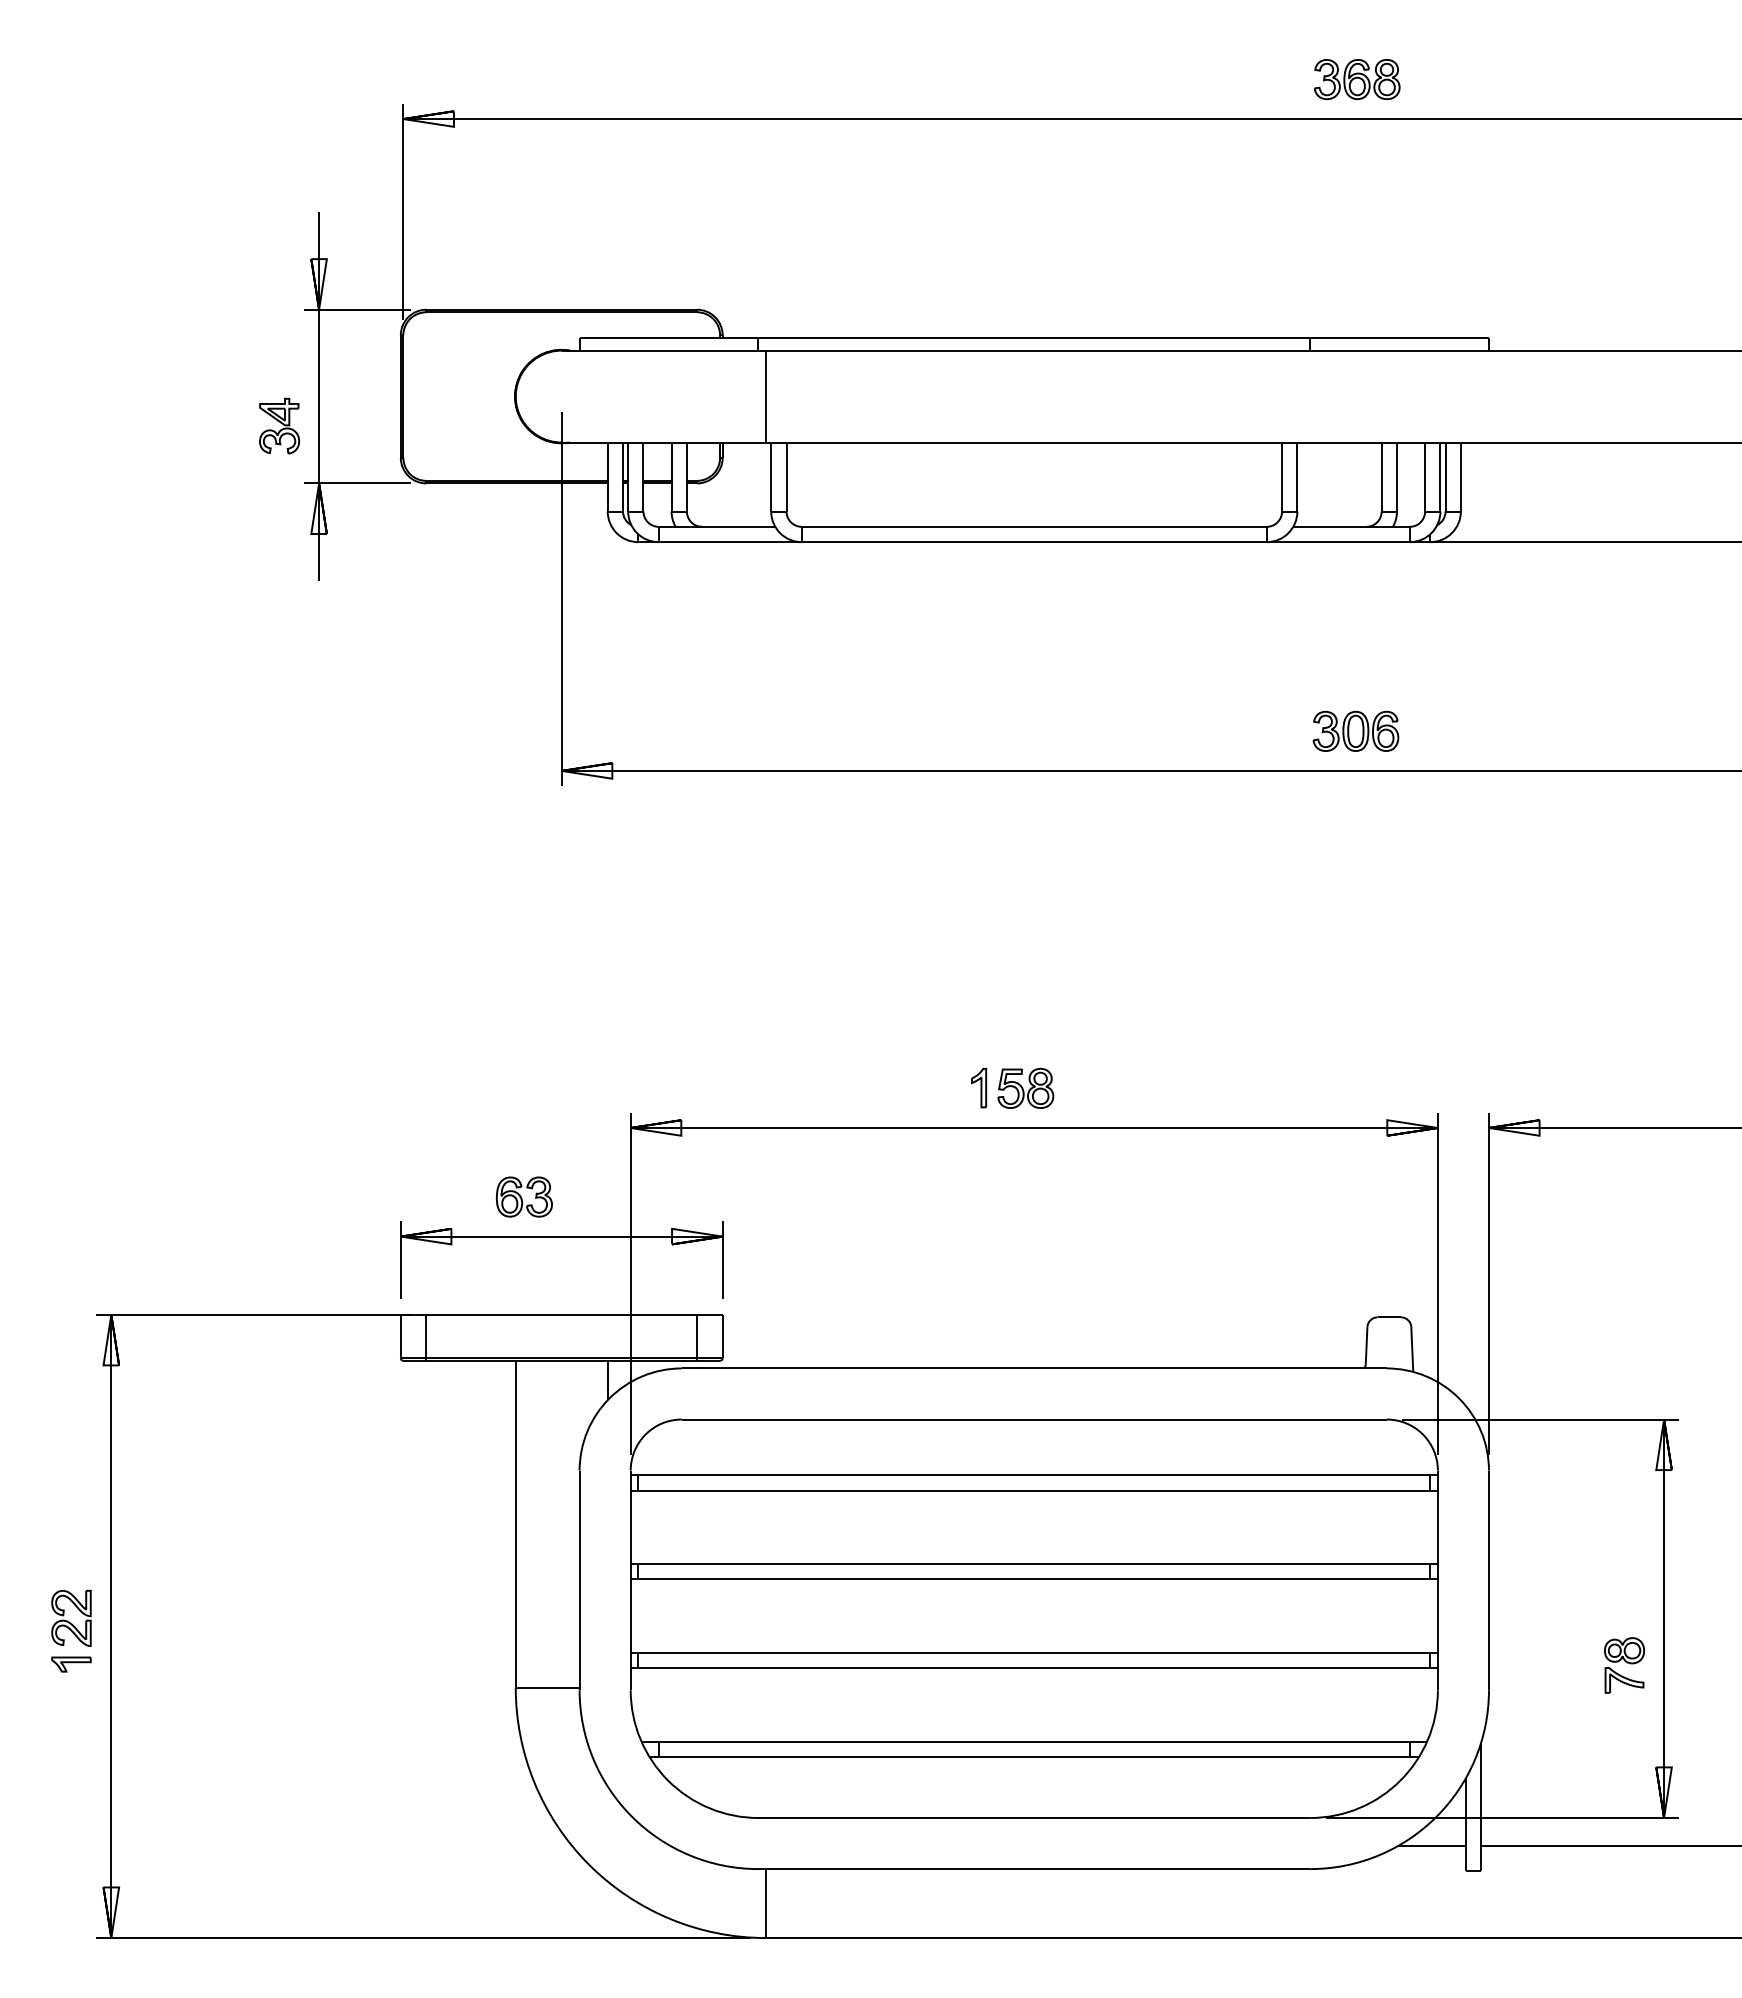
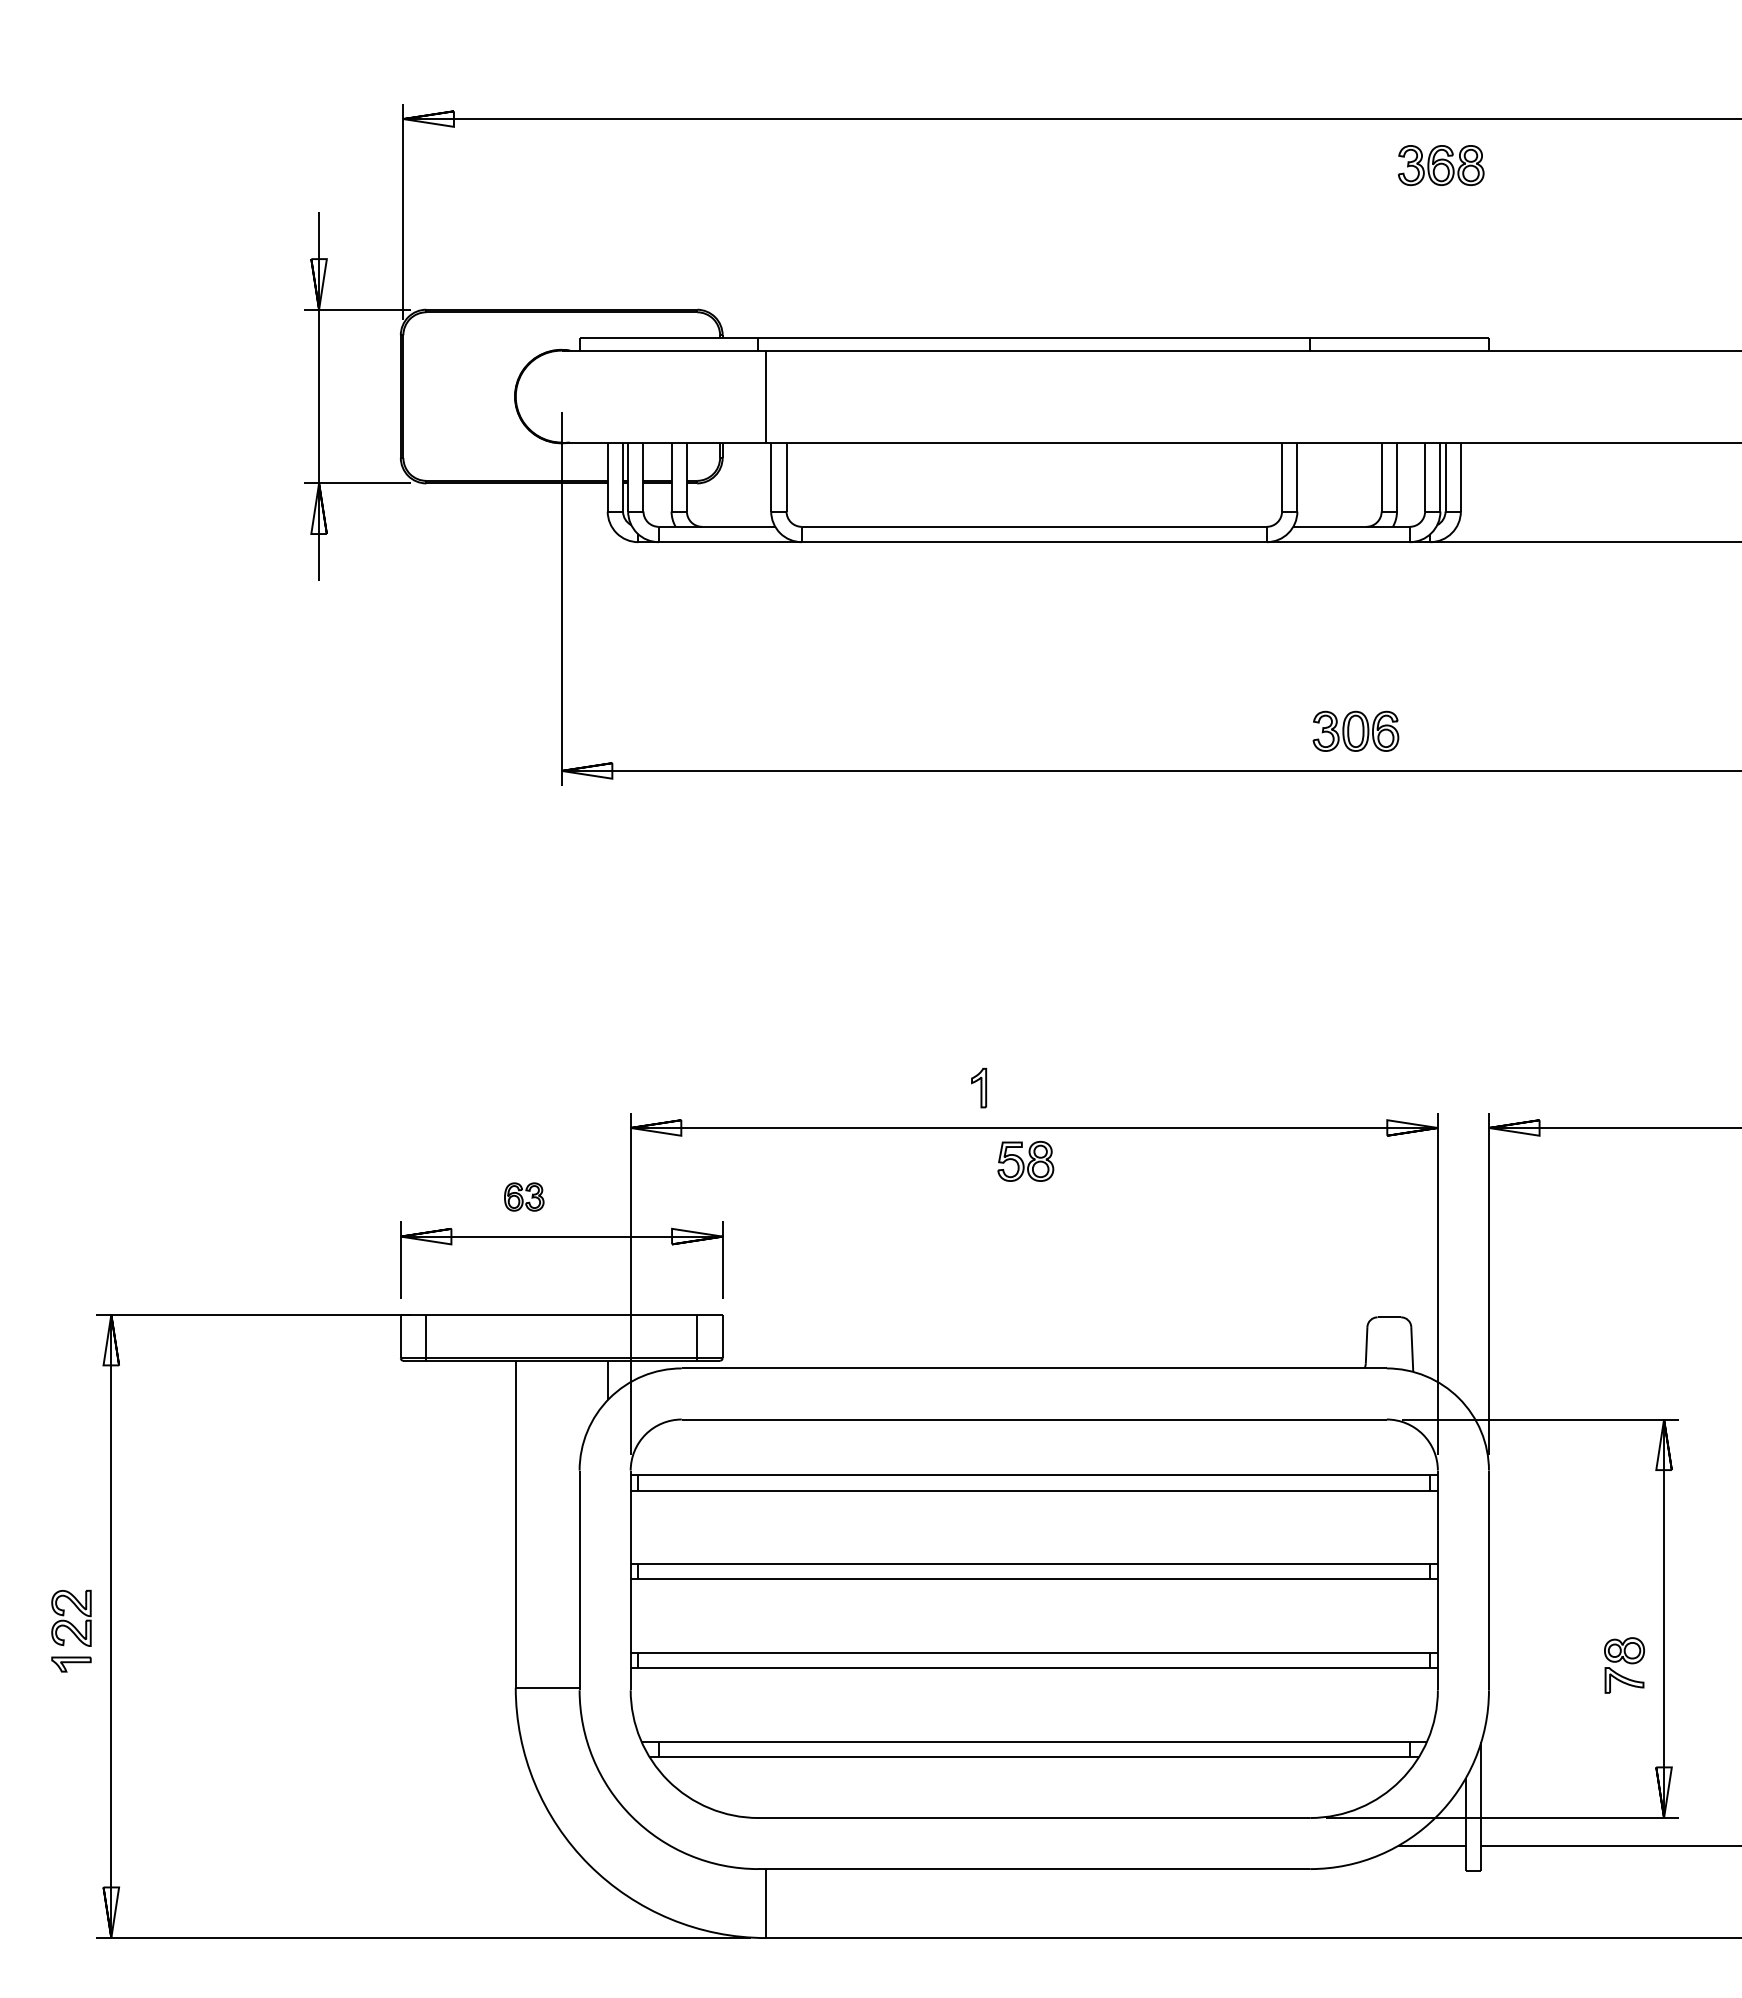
part at (1357, 79) position: (1357, 79) -> (1441, 165)
part at (279, 425): present -> none
part at (1025, 1088) position: (1025, 1088) -> (1025, 1161)
part at (523, 1196) size: 58x42 px -> 41x30 px
